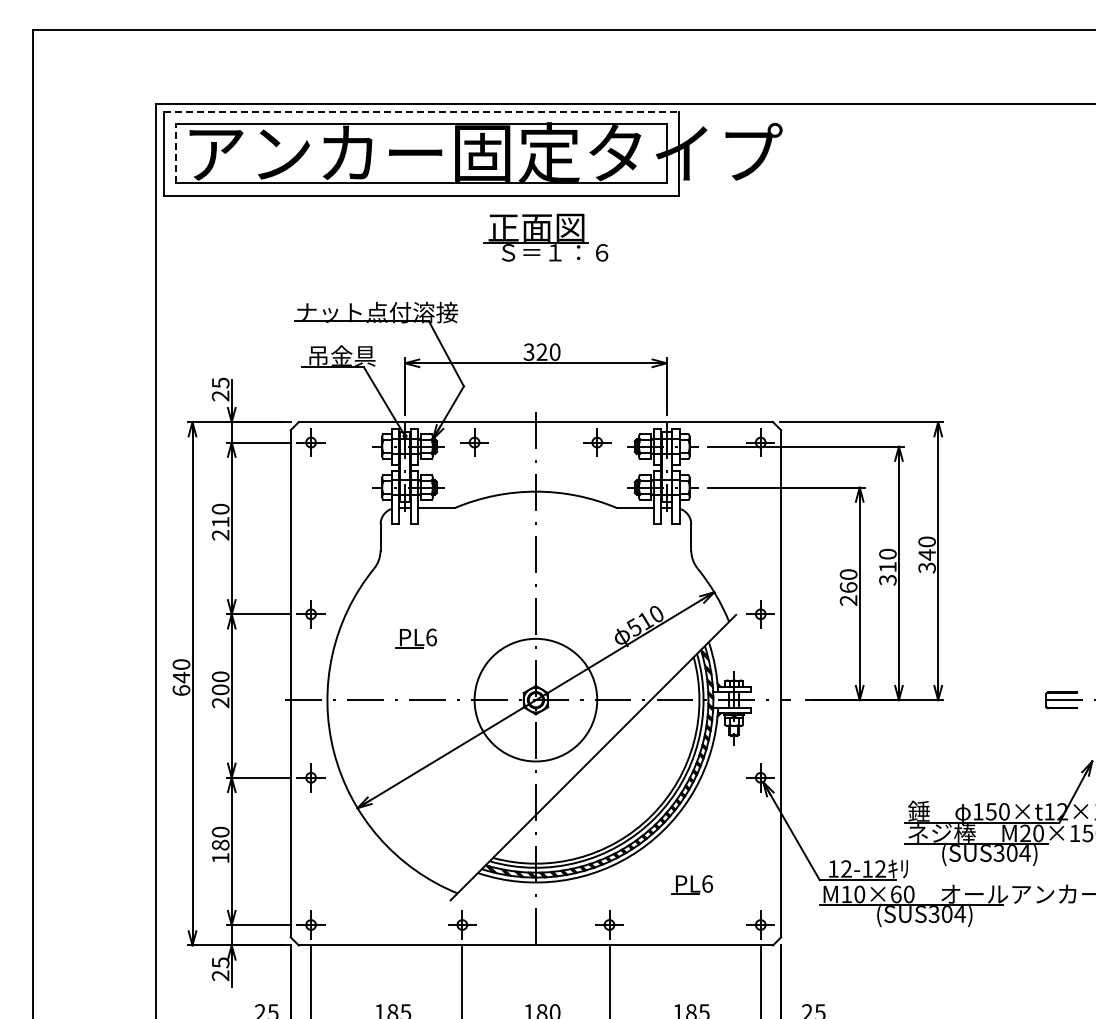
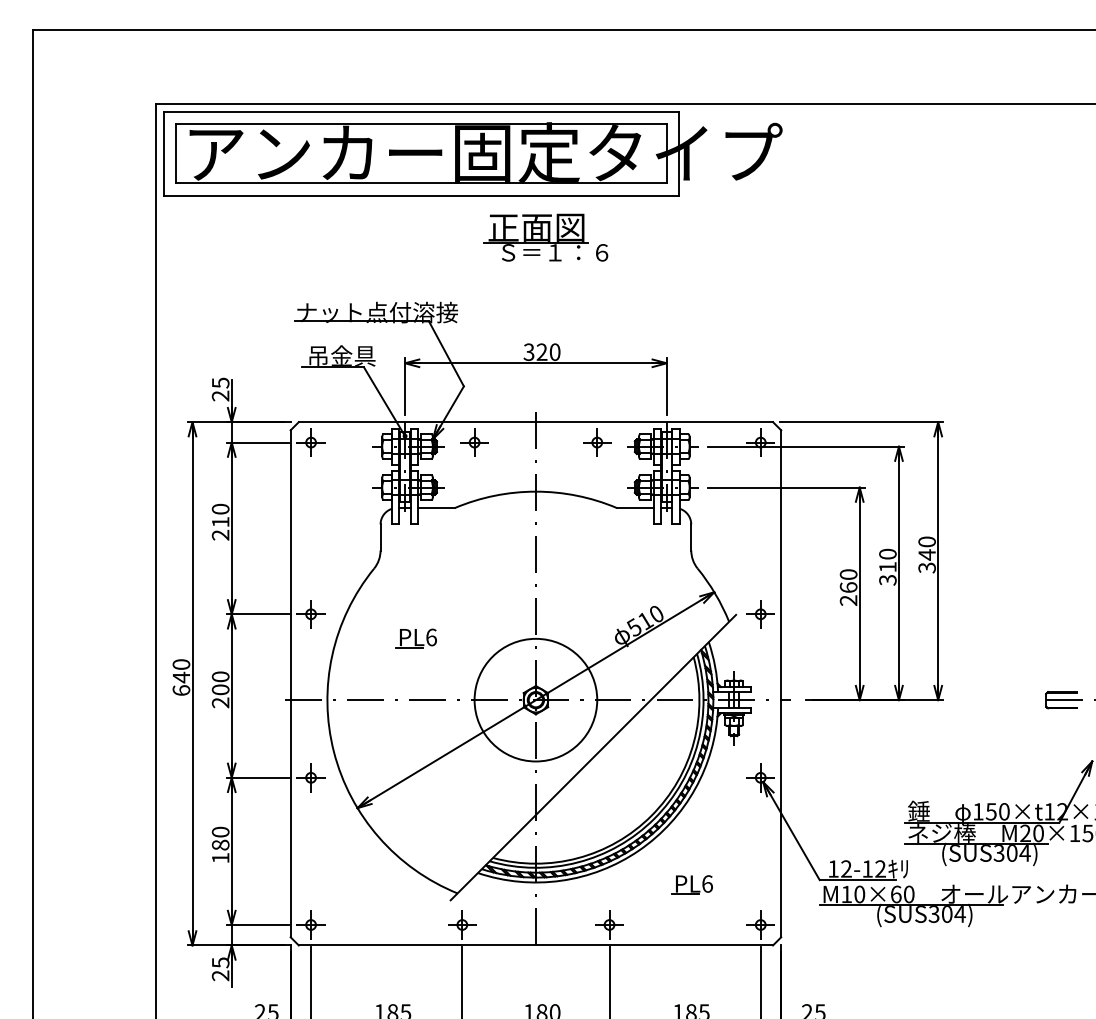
line at (421, 112): dashed -> solid
line at (176, 153): dashed -> solid
